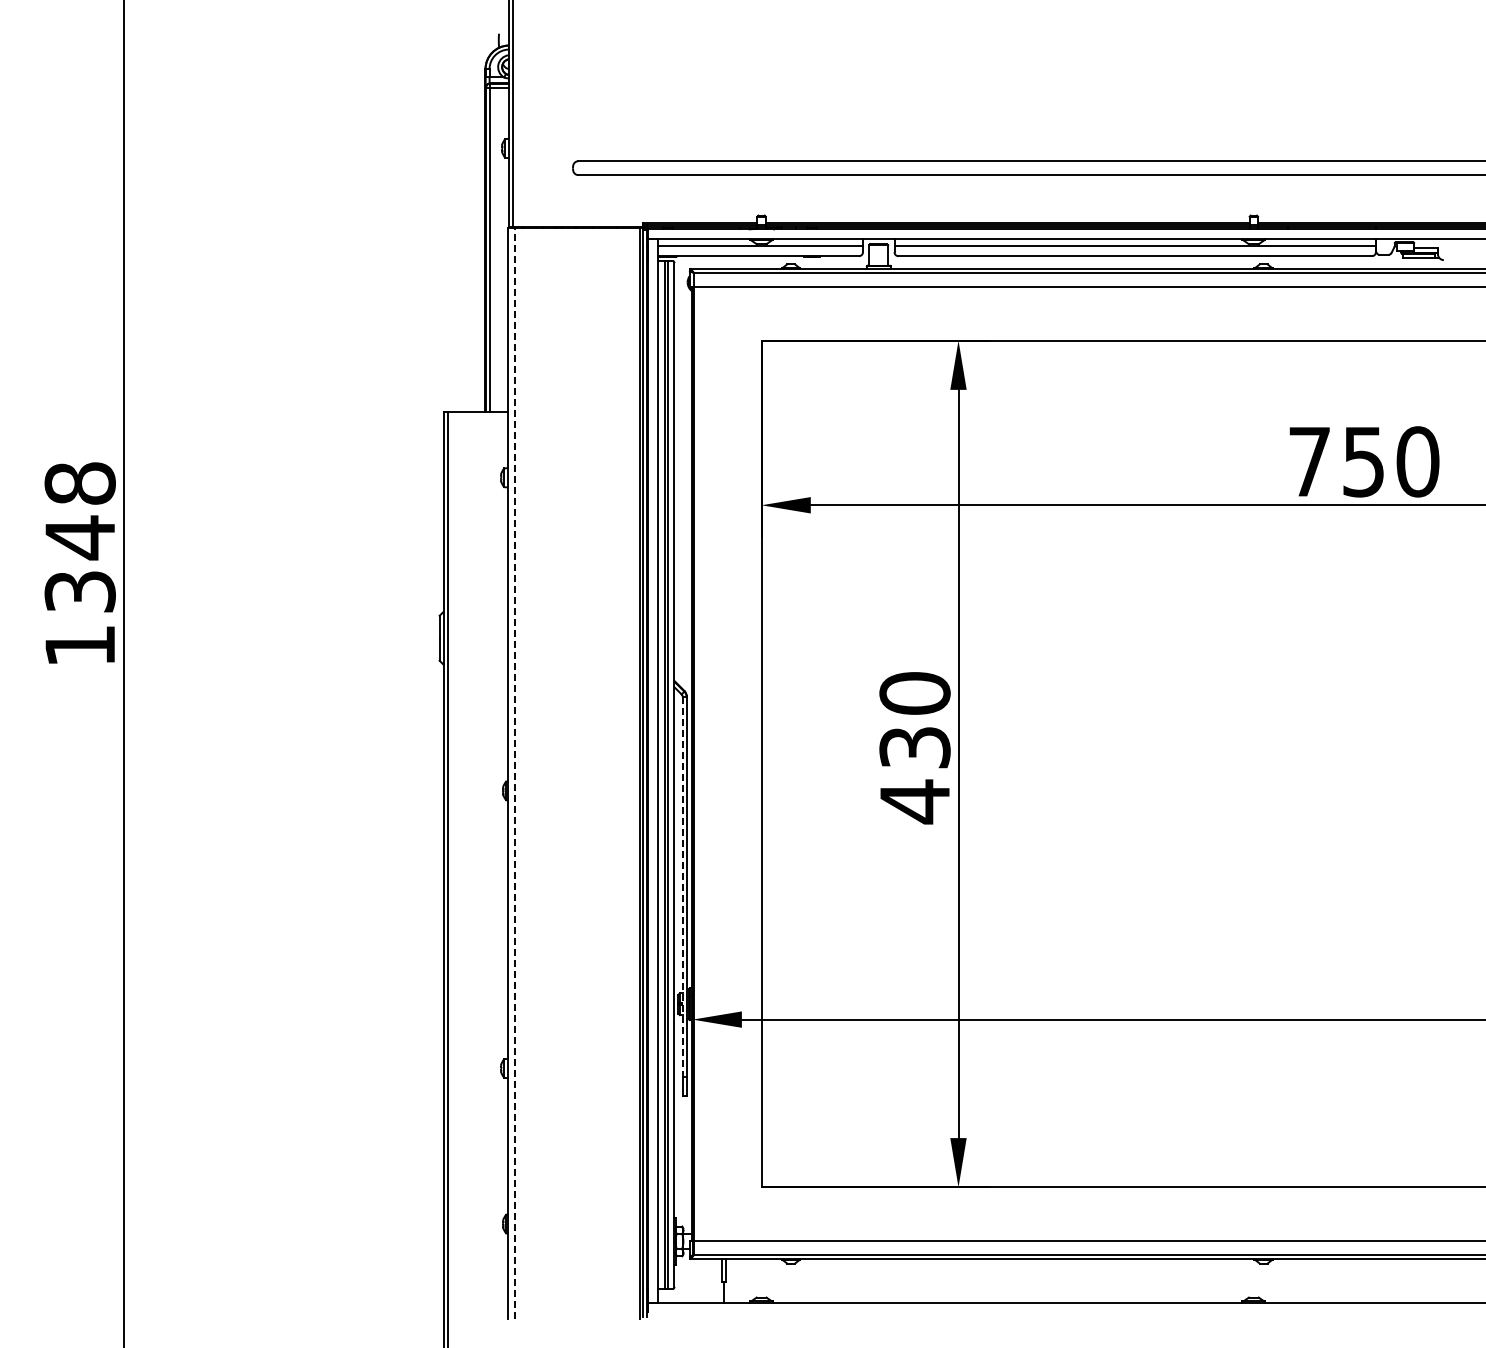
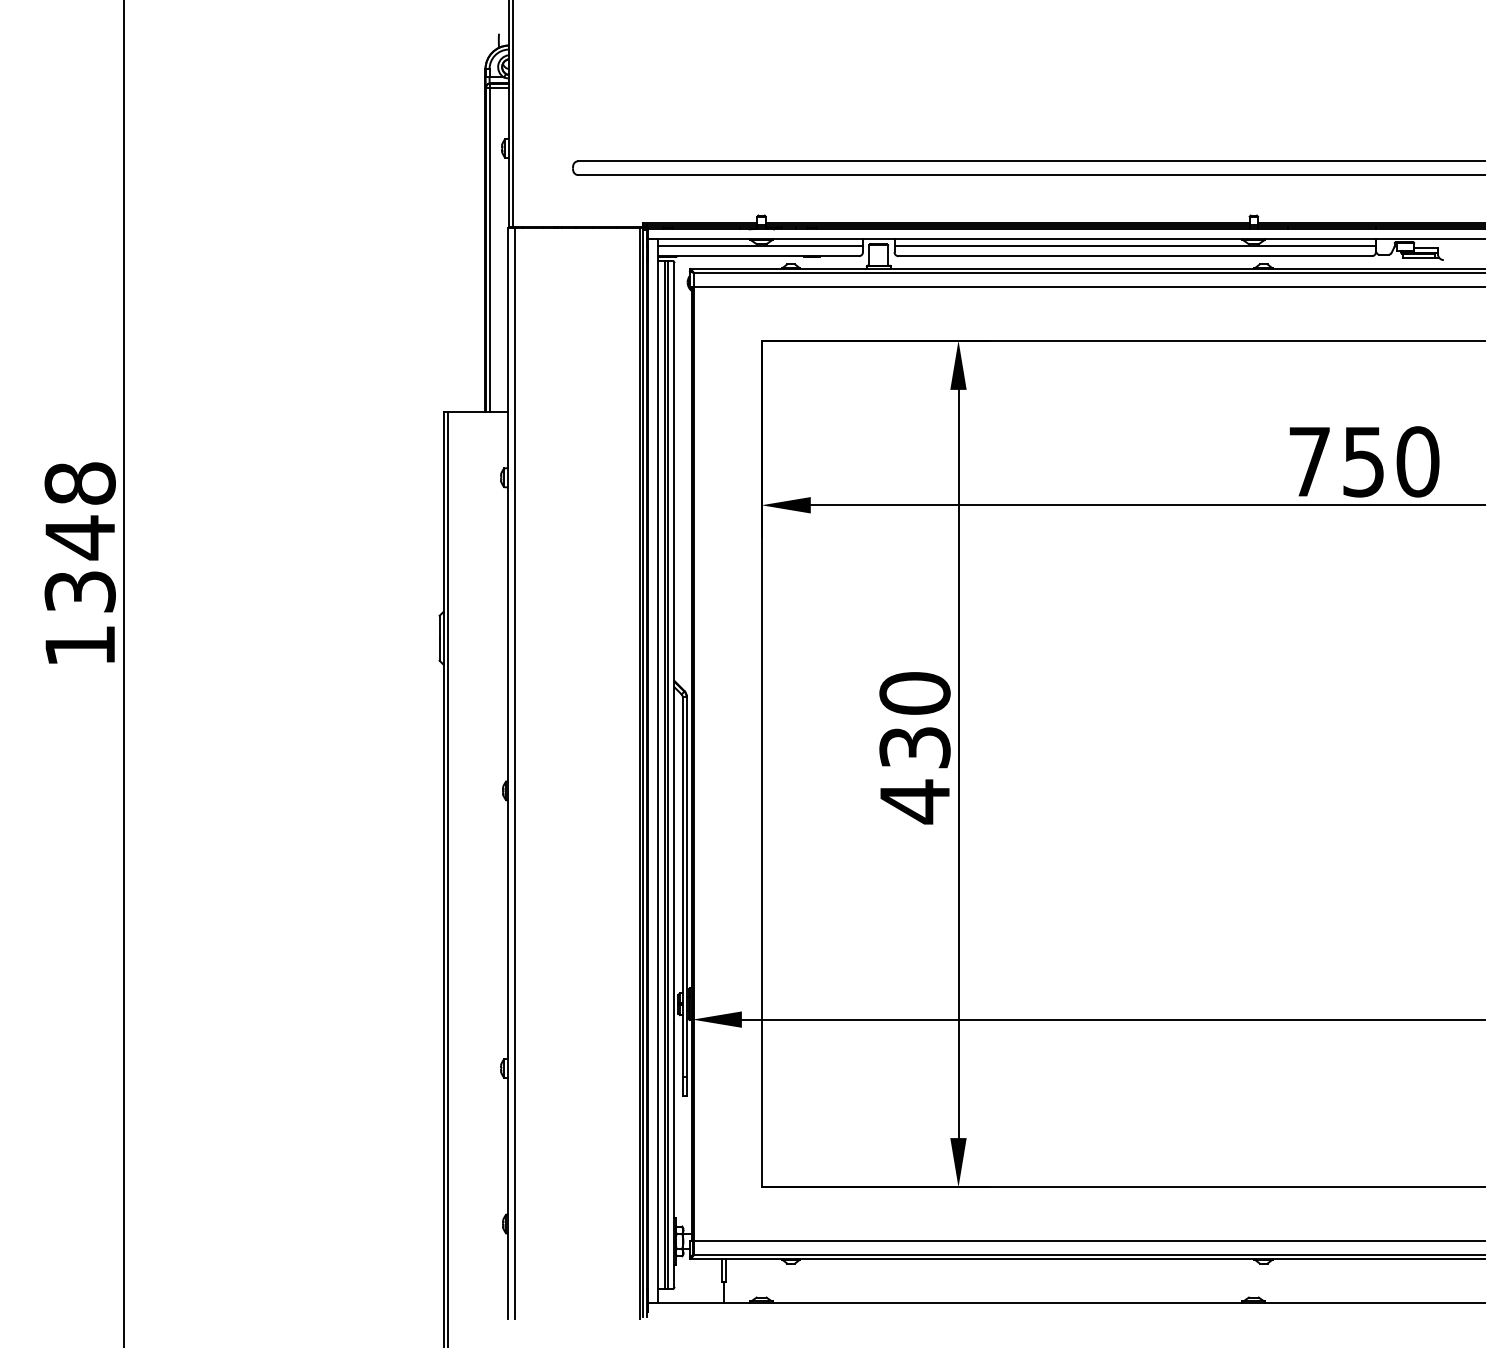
line at (515, 772): dashed -> solid
line at (682, 887): dashed -> solid
